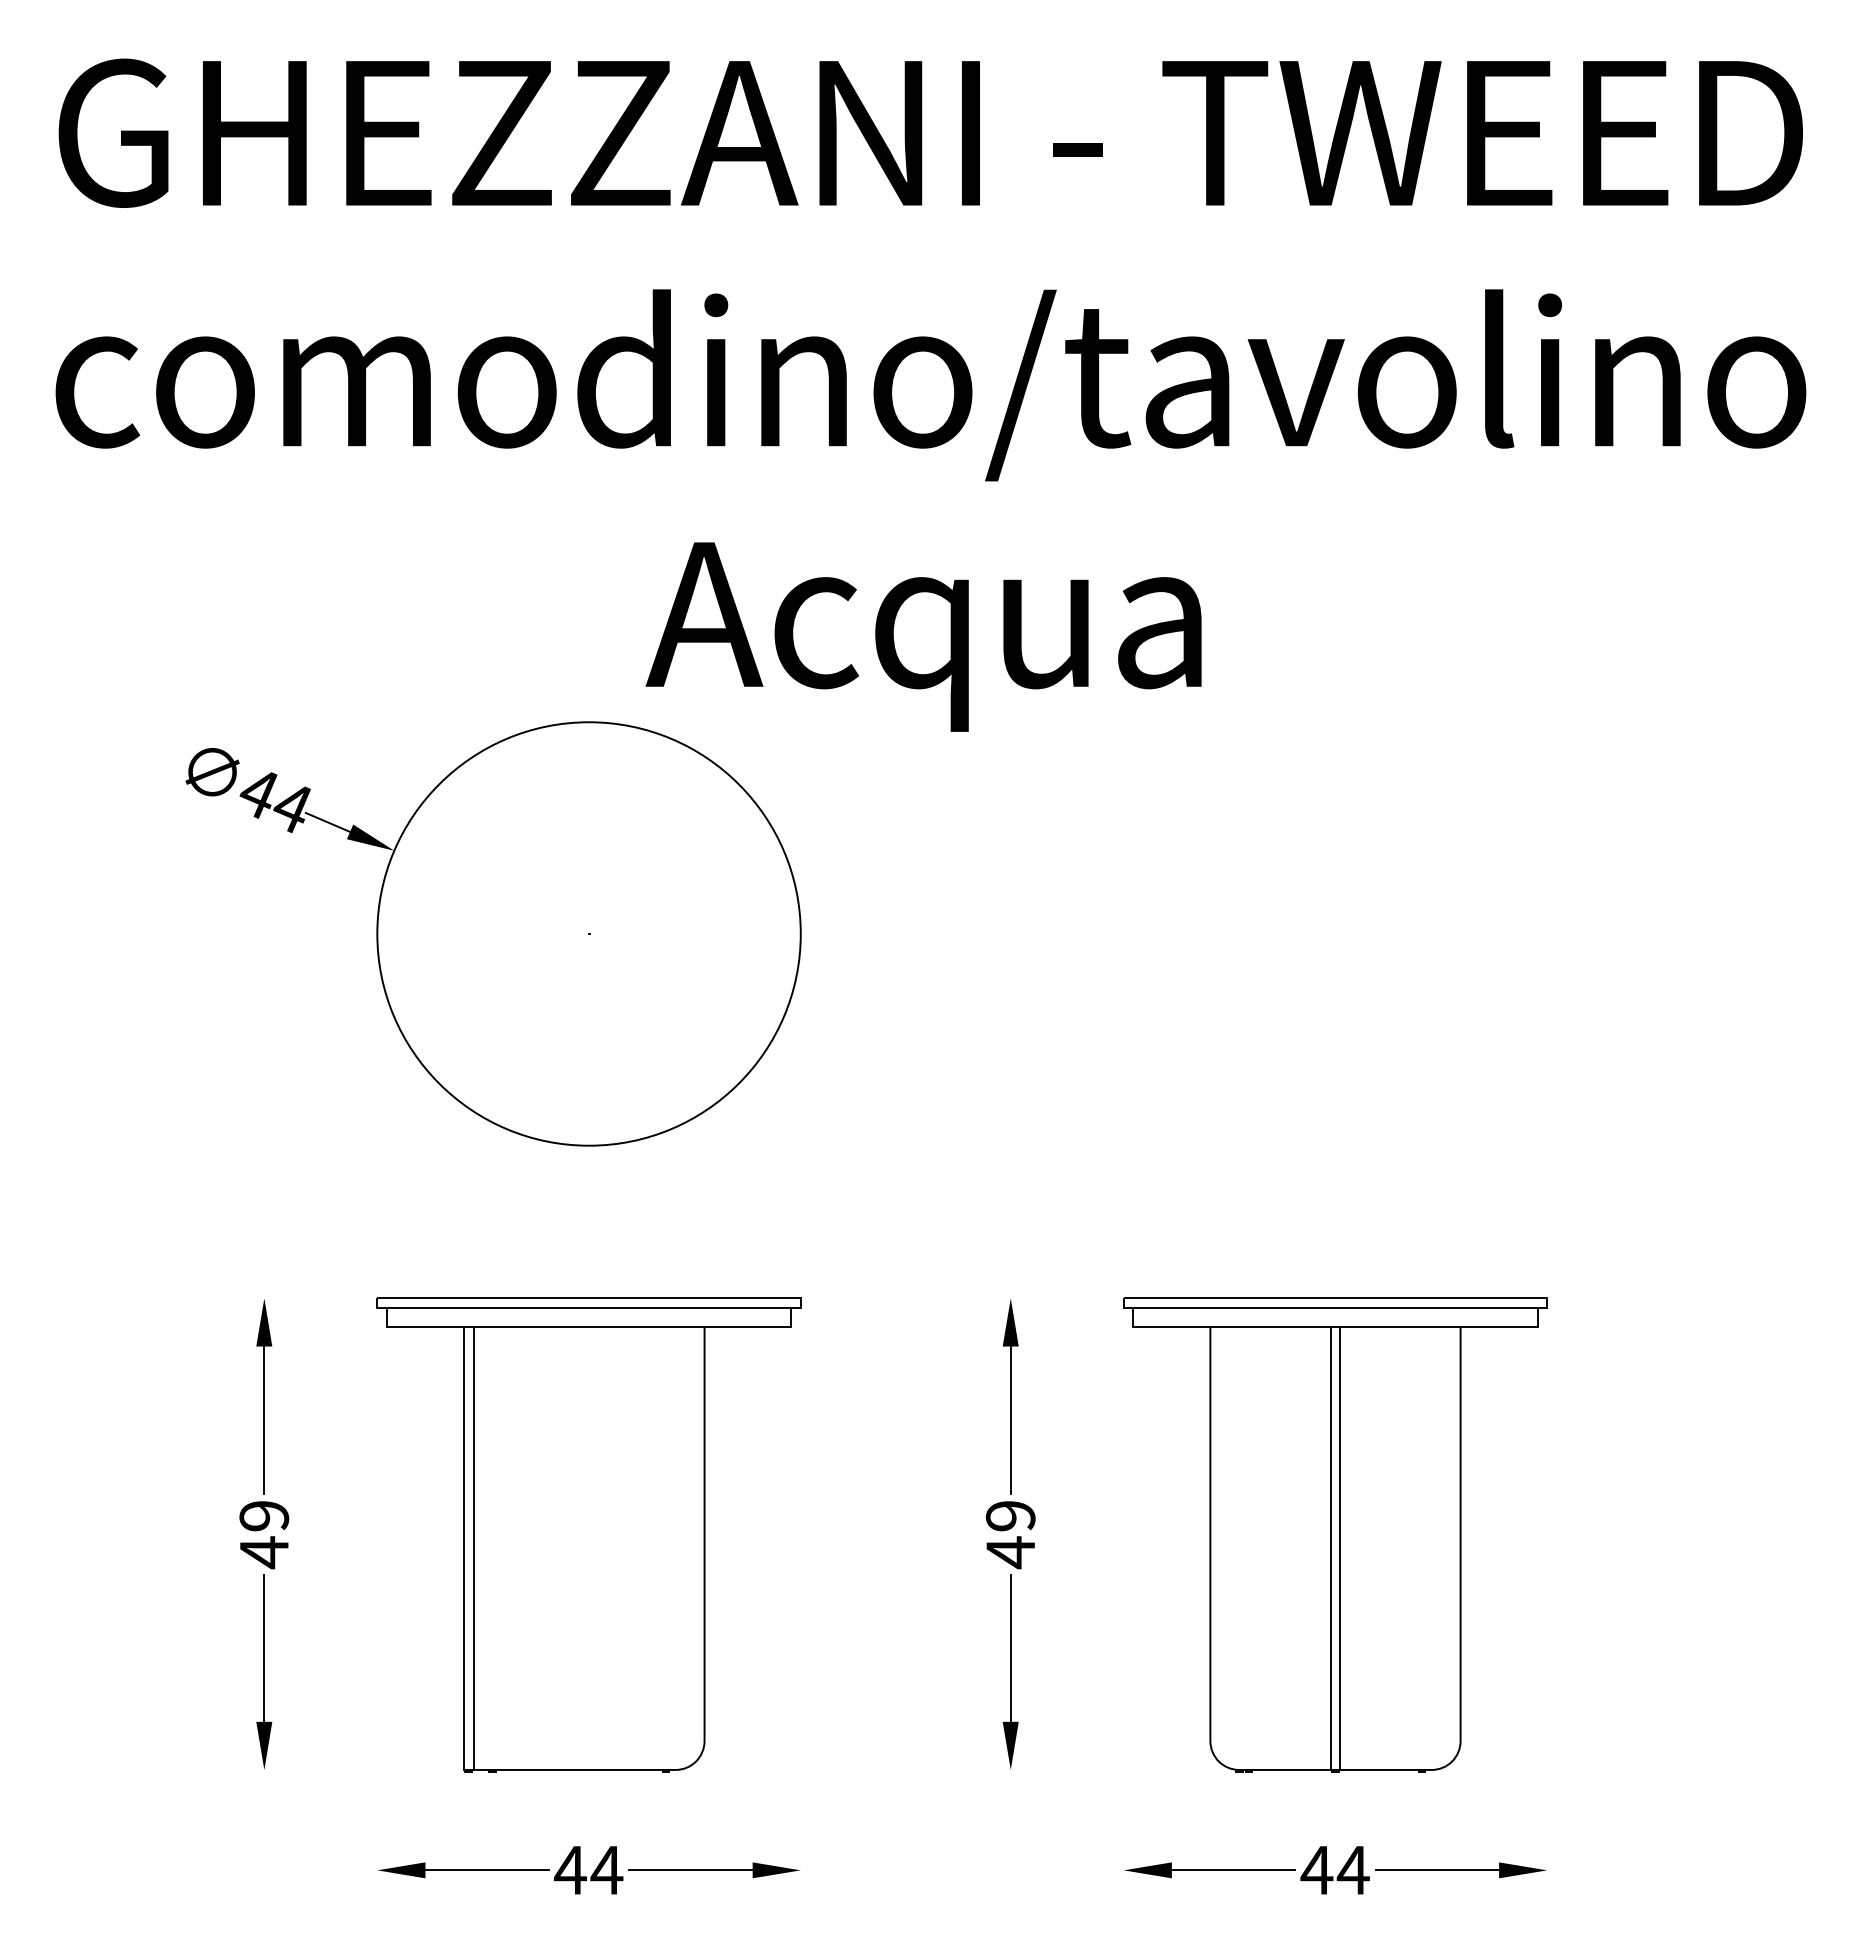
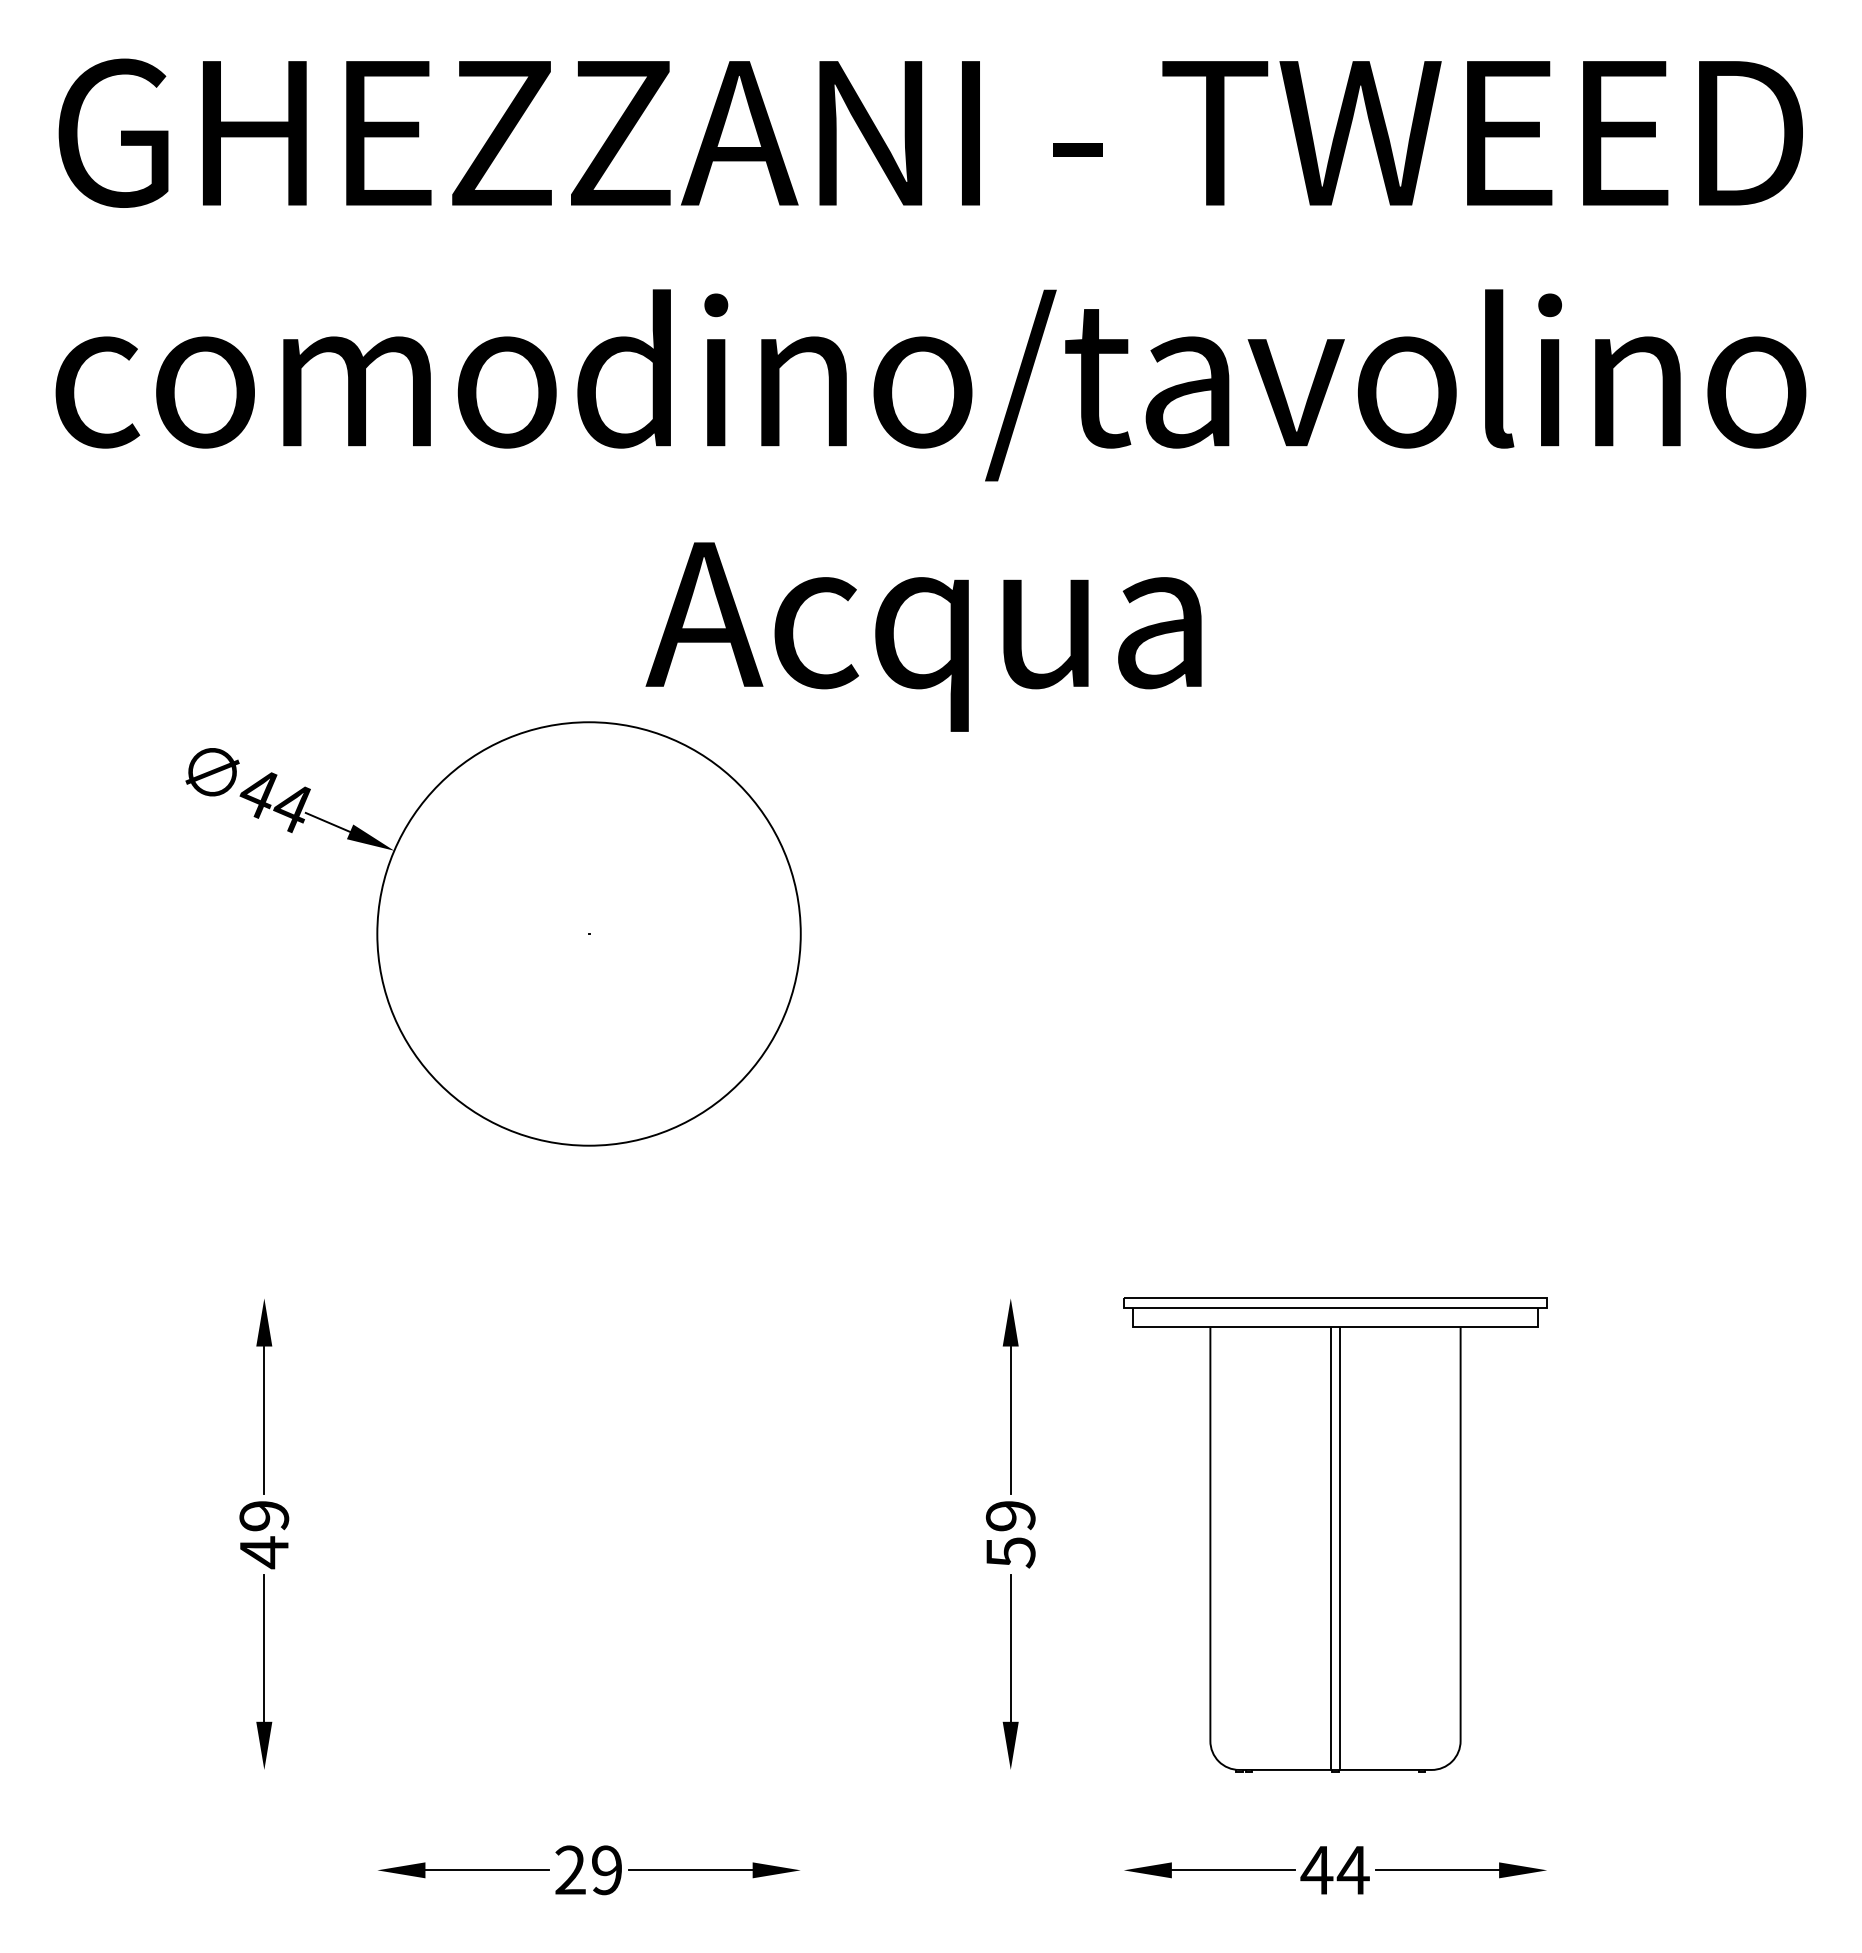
part at (588, 1534): present -> none
text at (1010, 1552): 49 -> 59
text at (588, 1870): 44 -> 29
